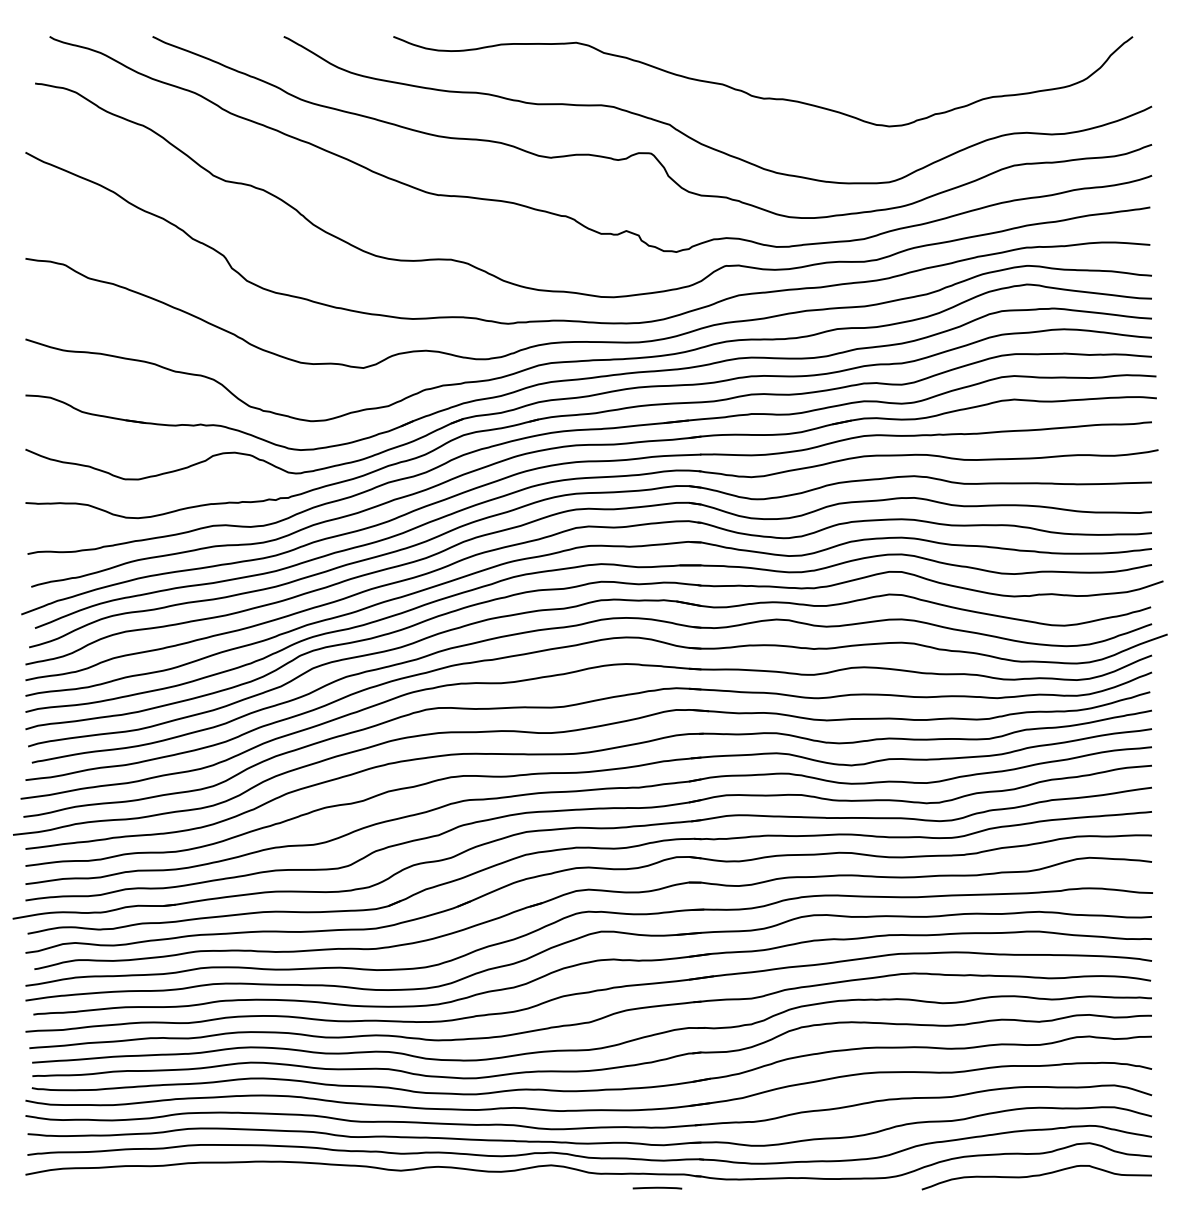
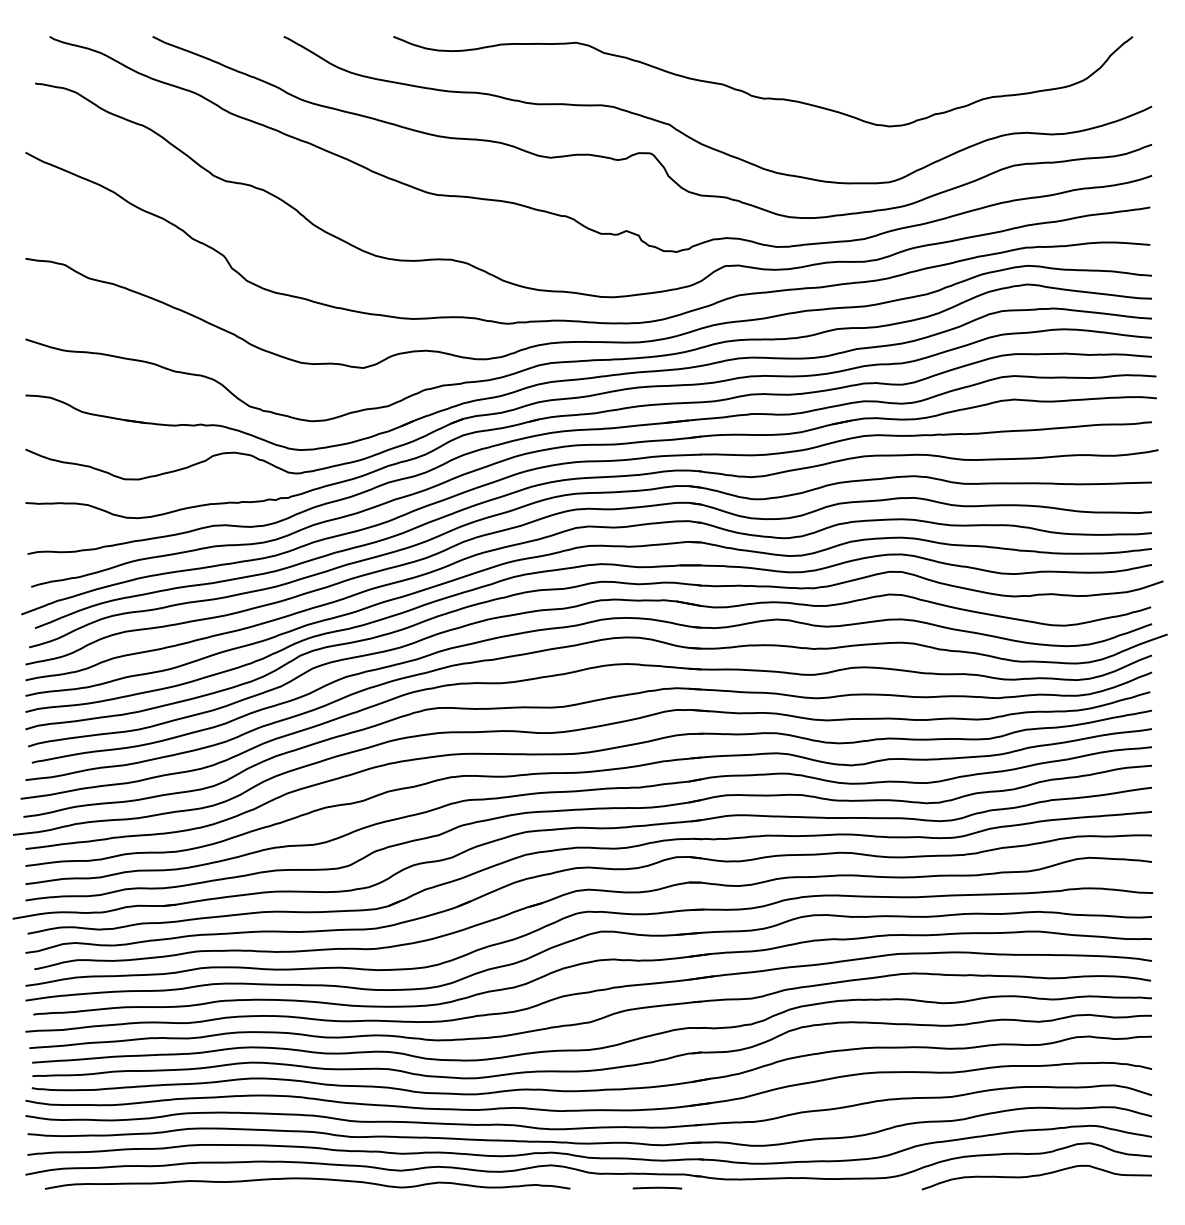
curve at (307, 1179): none -> present
